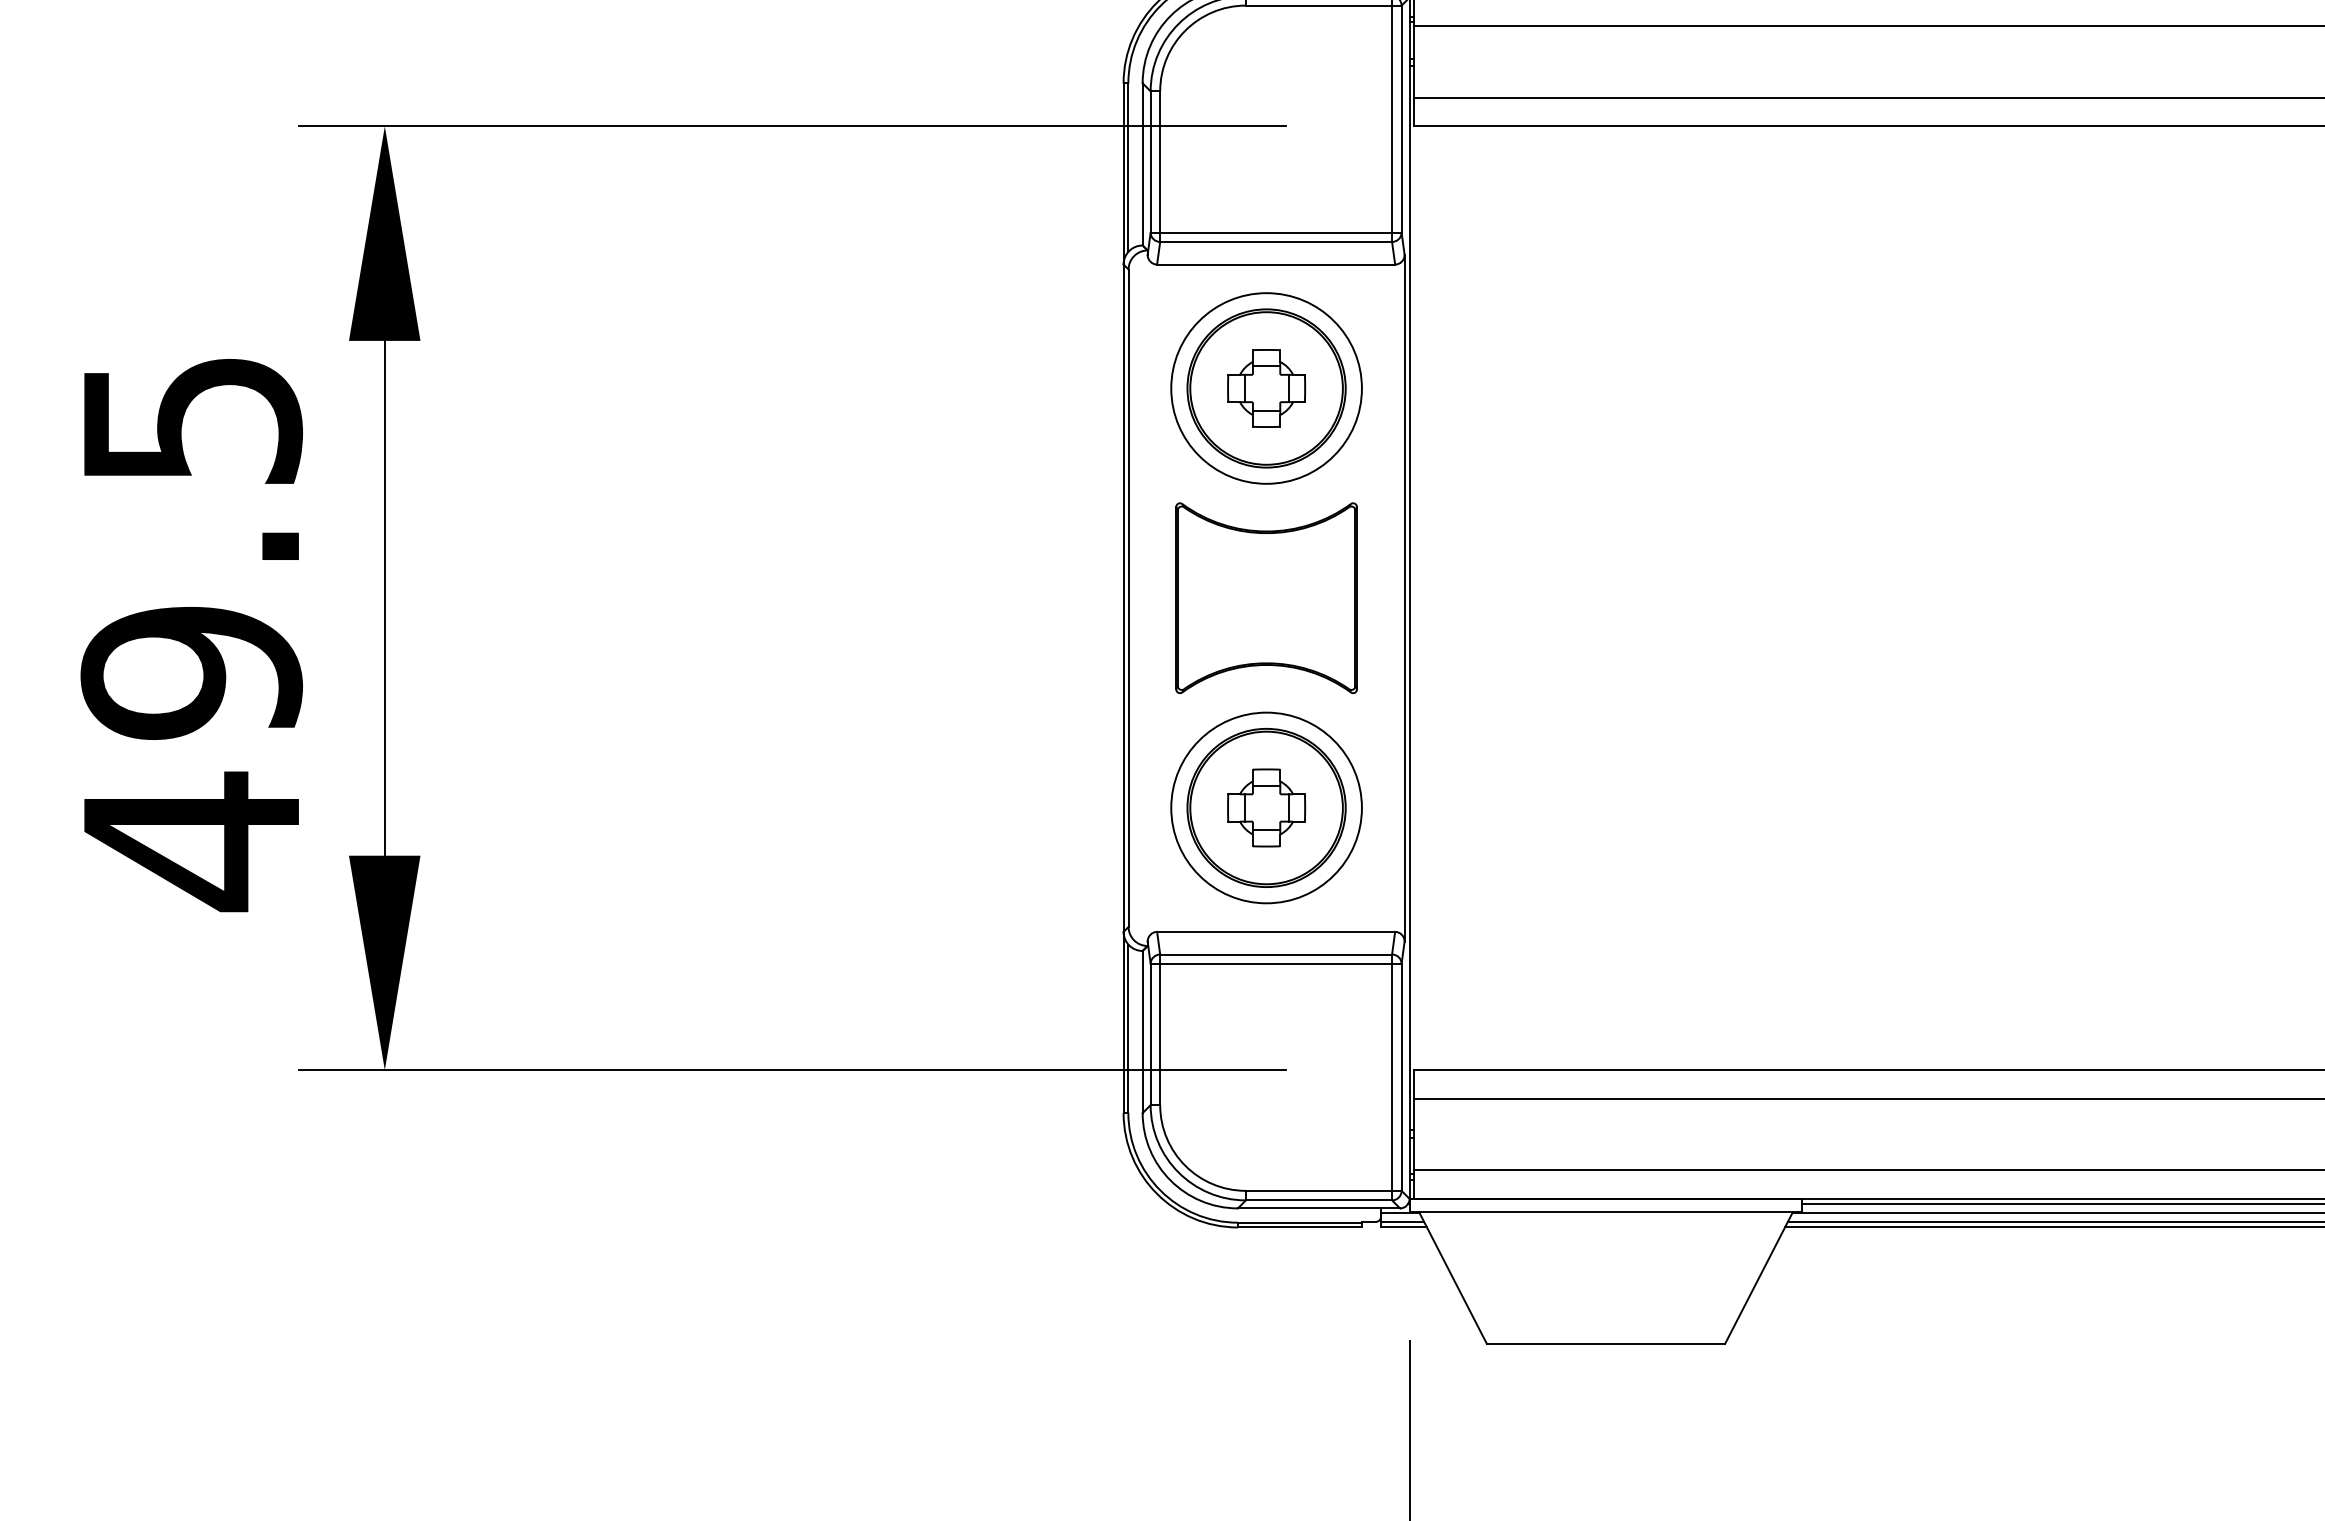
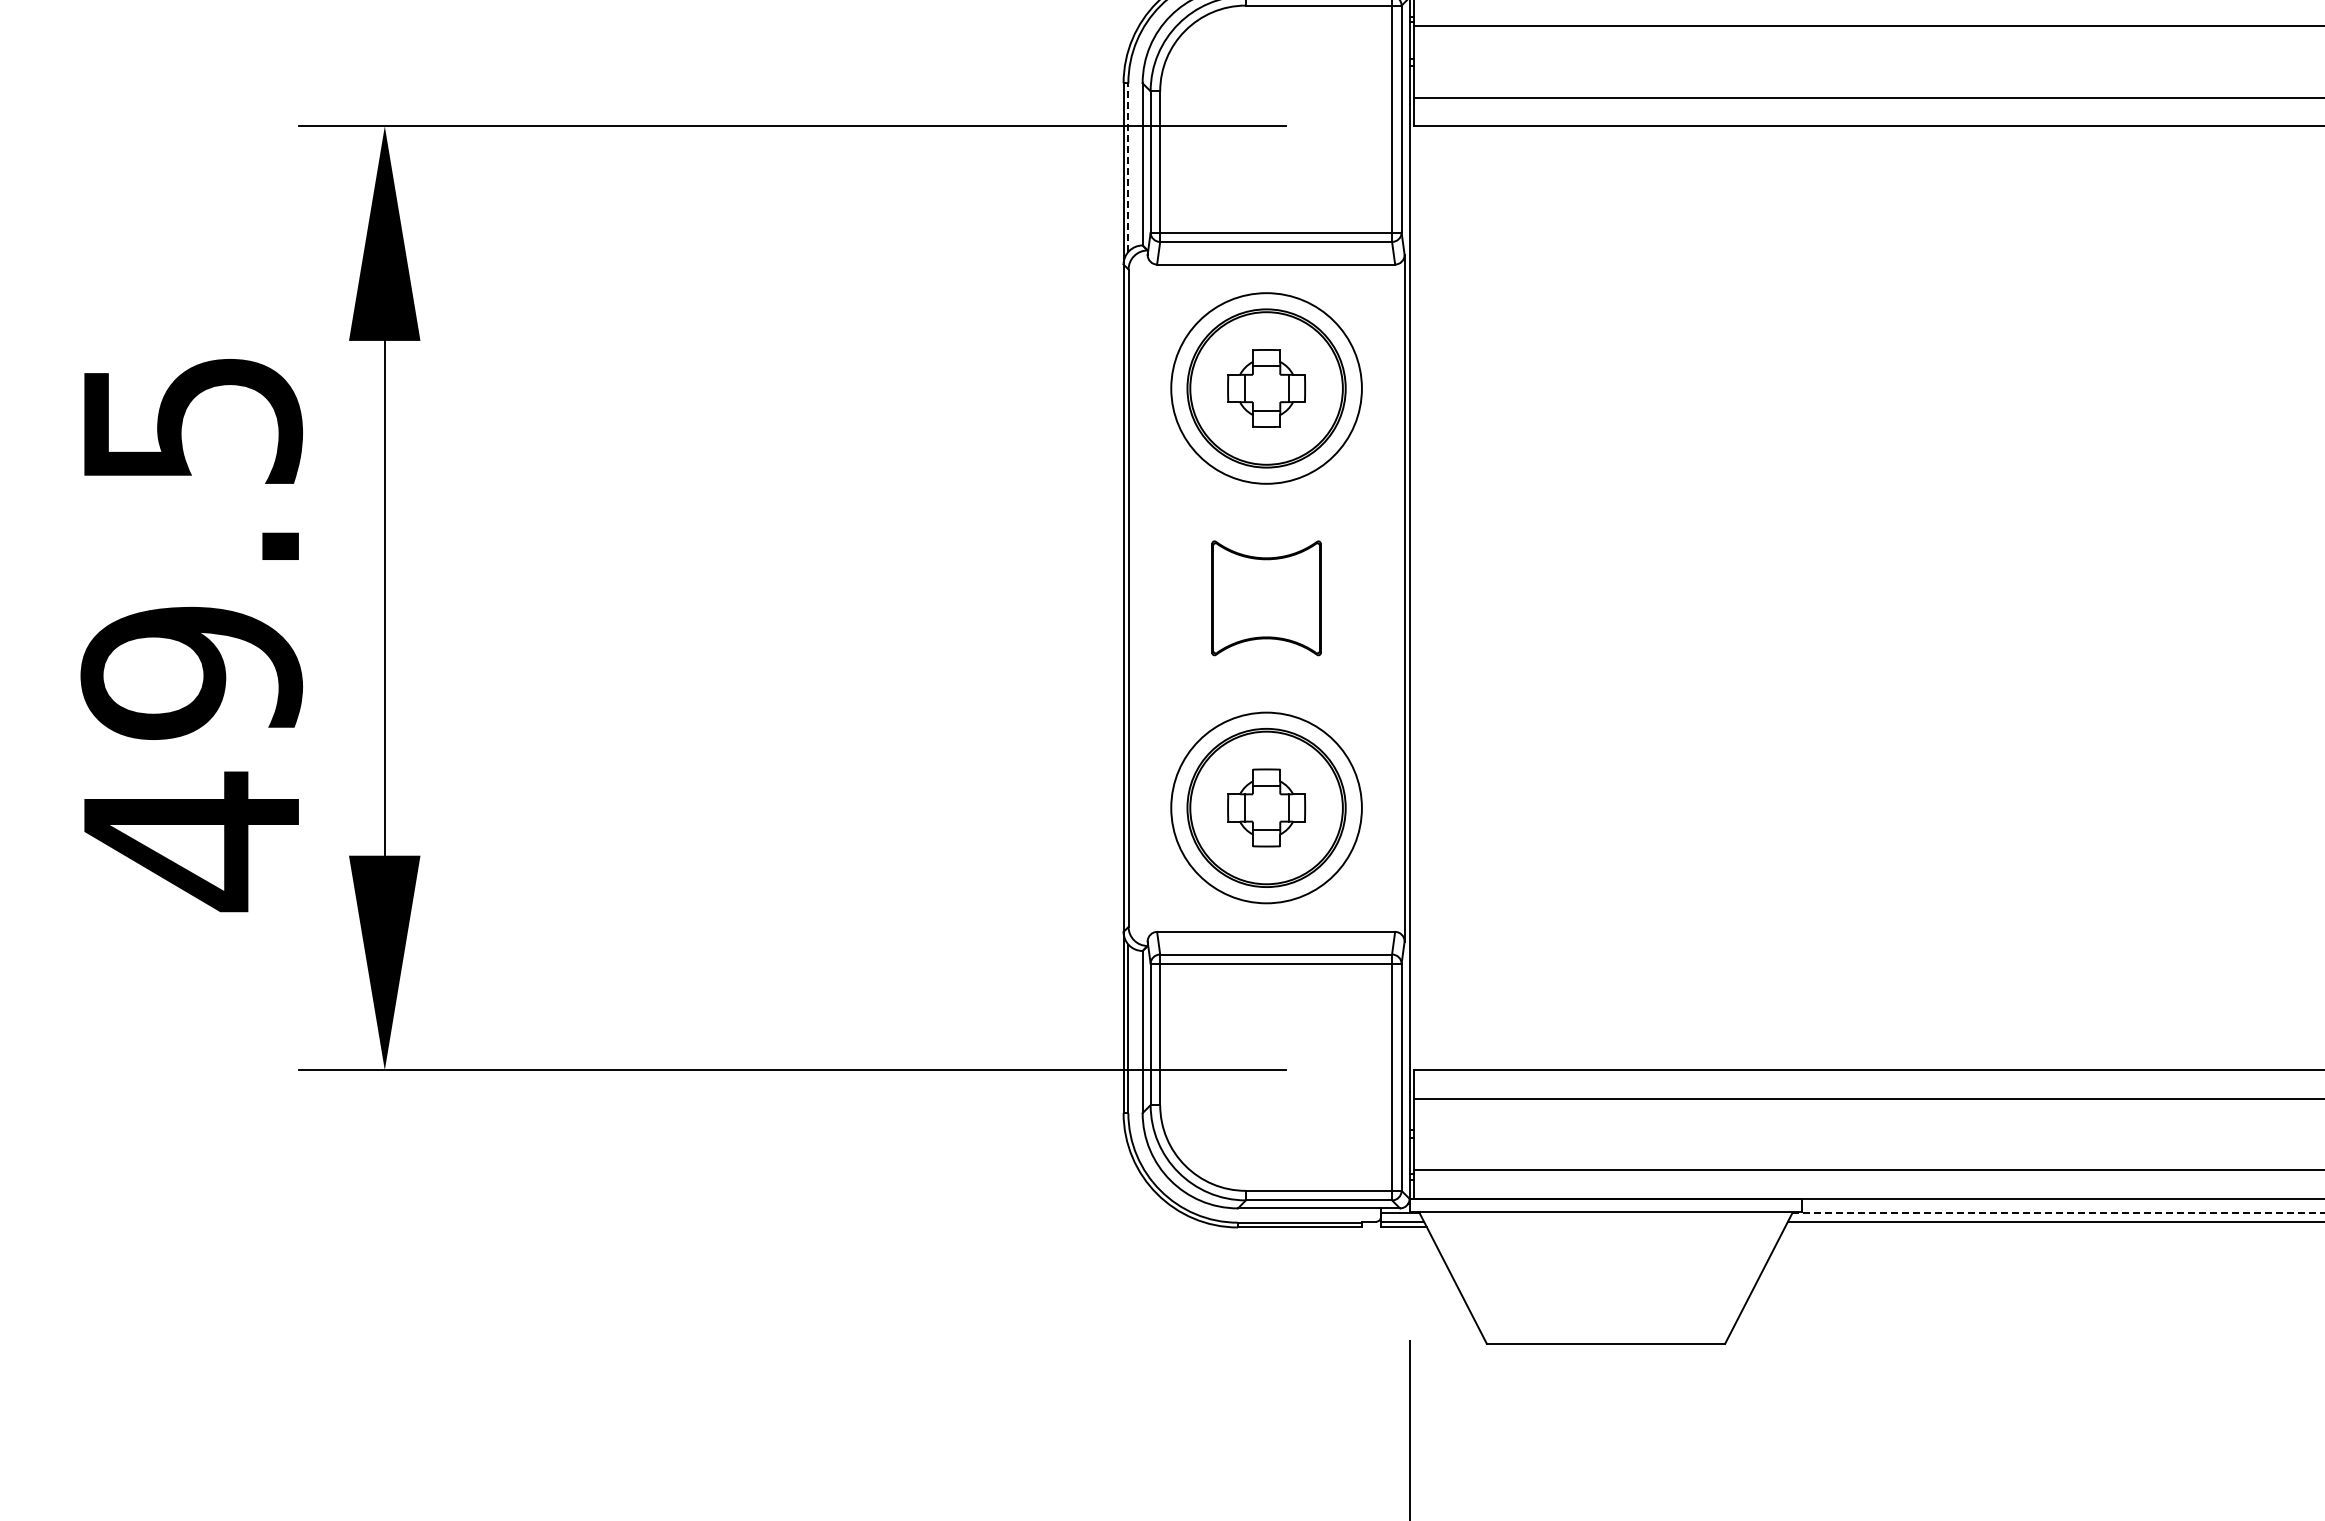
line at (1128, 167): solid -> dashed
part at (1266, 598) size: 183x193 px -> 111x117 px
line at (2061, 1203): present -> none
line at (2058, 1213): solid -> dashed
line at (2053, 1227): present -> none
